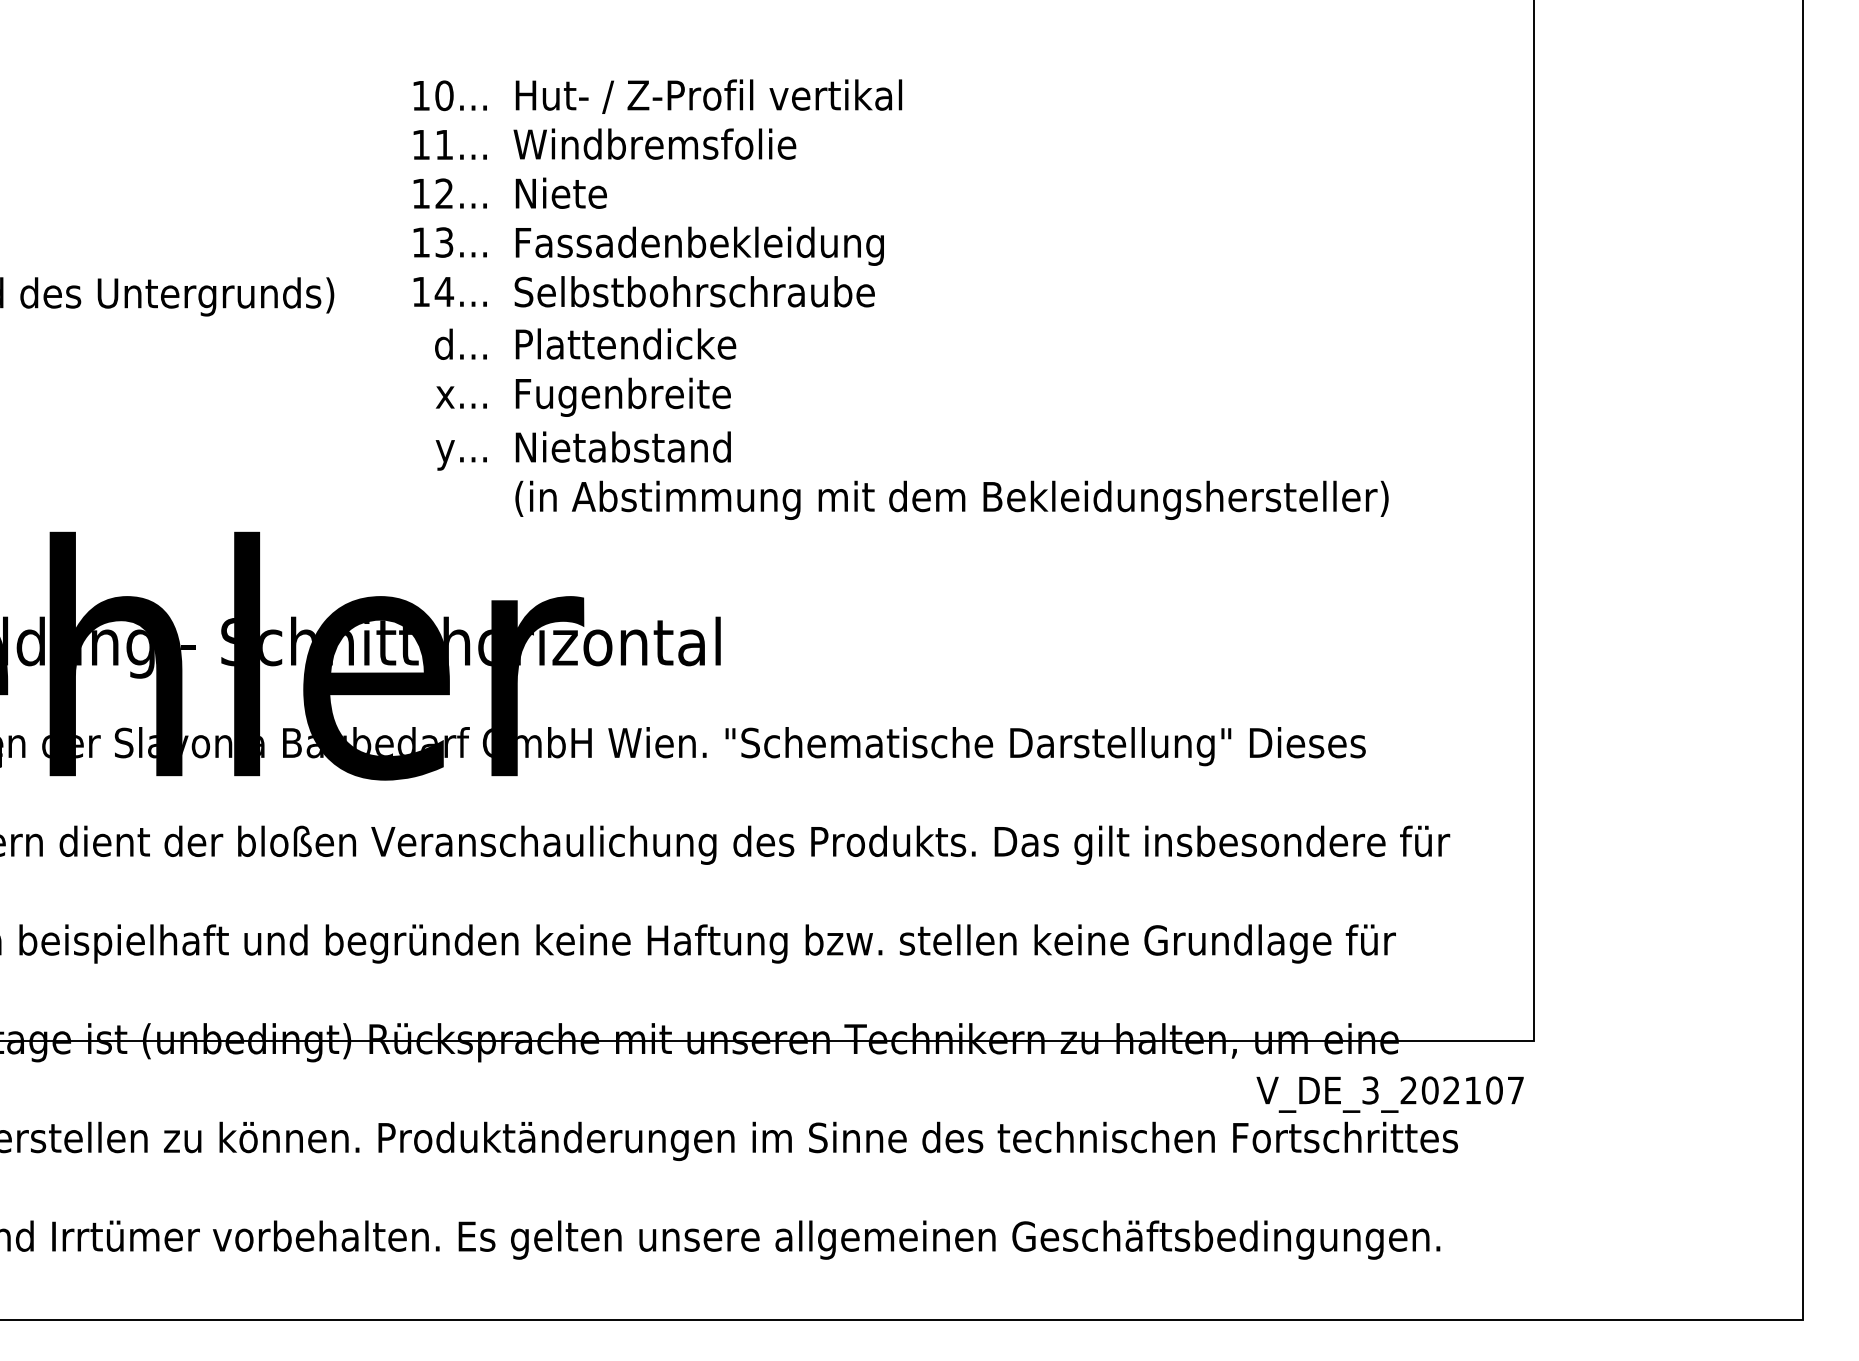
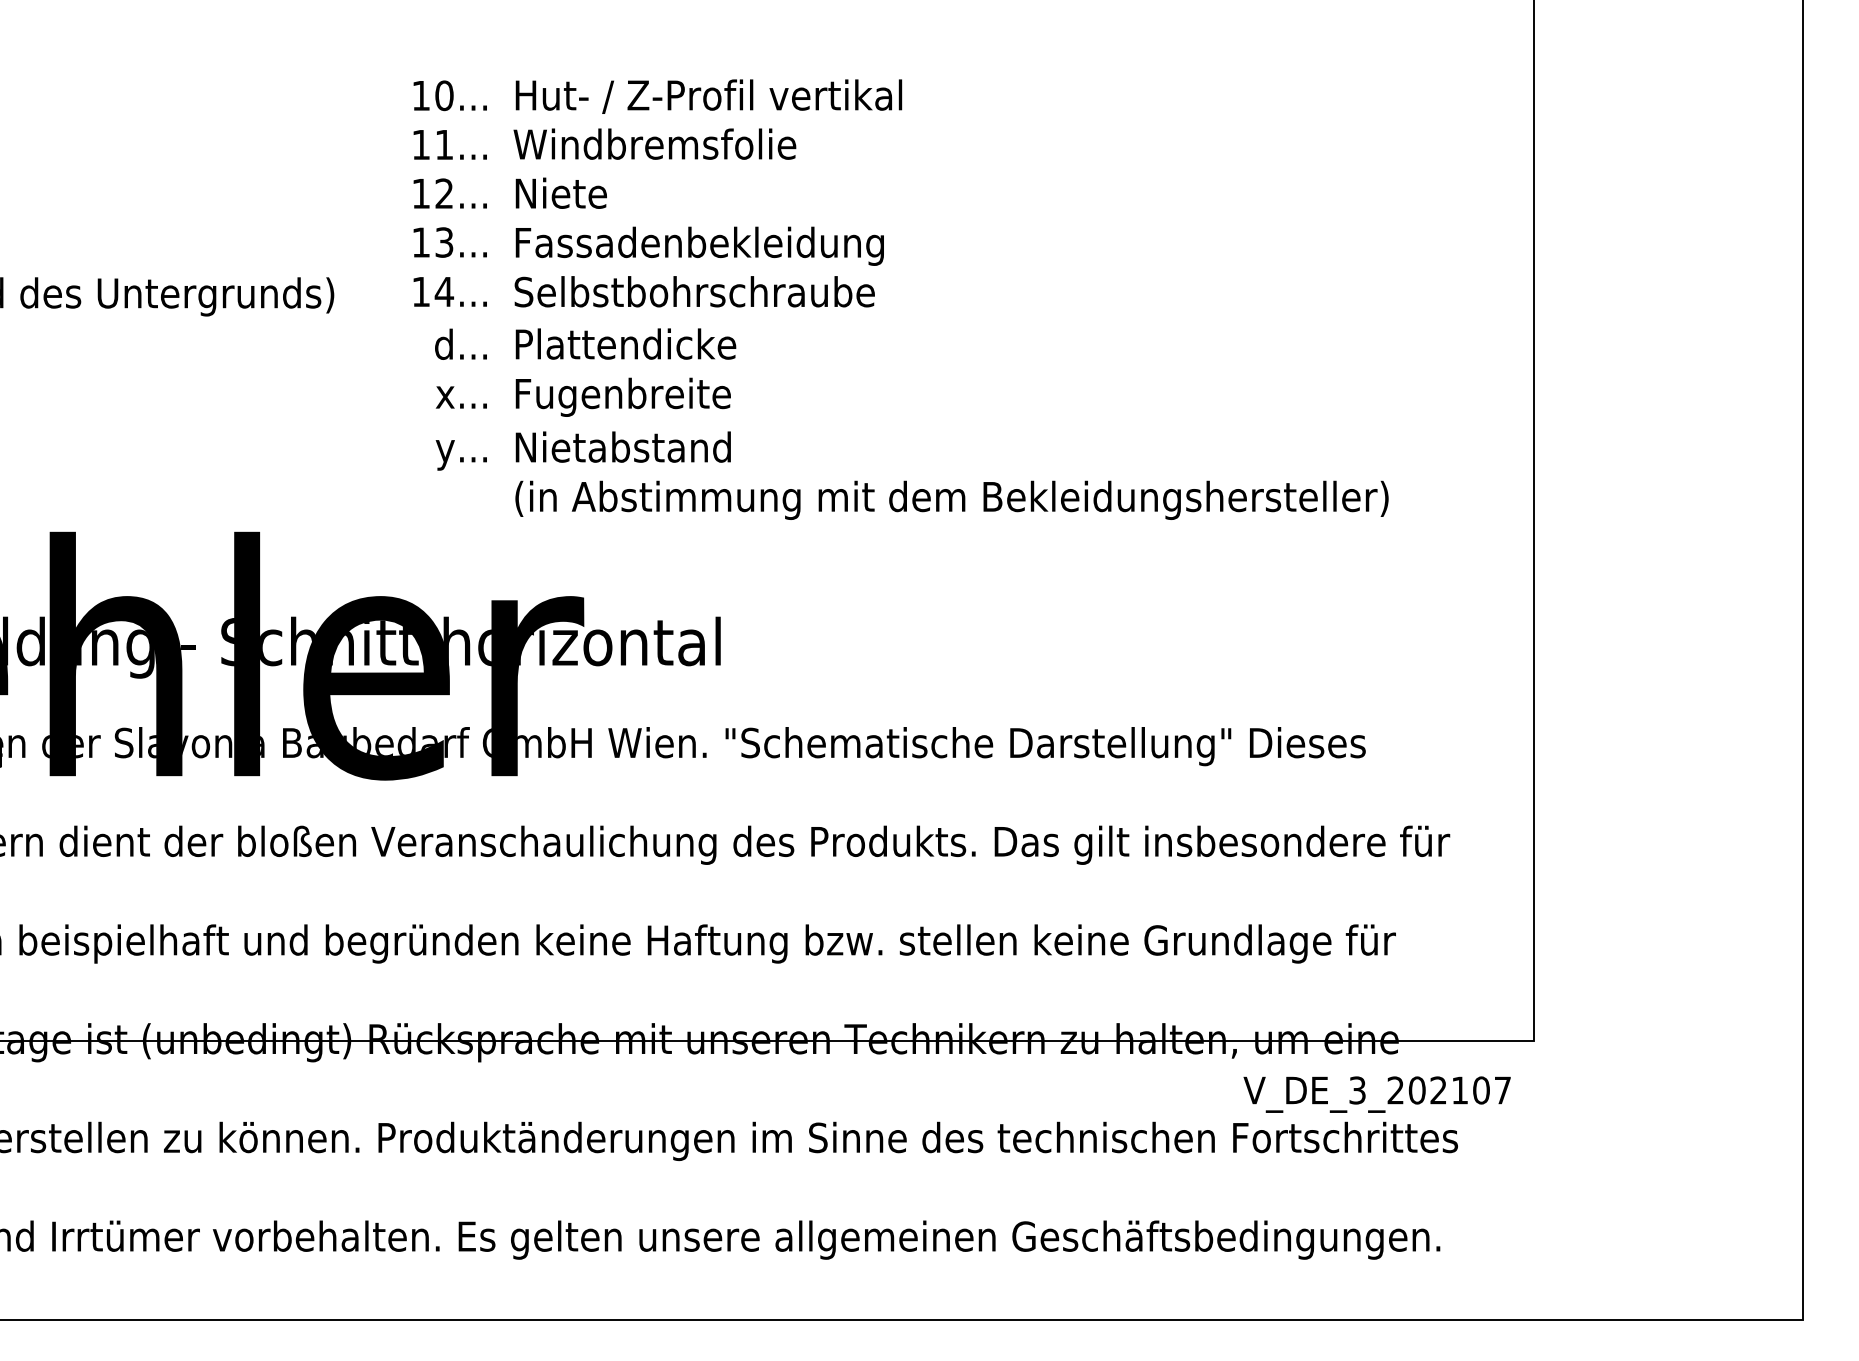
text at (1389, 1094) position: (1389, 1094) -> (1376, 1094)
